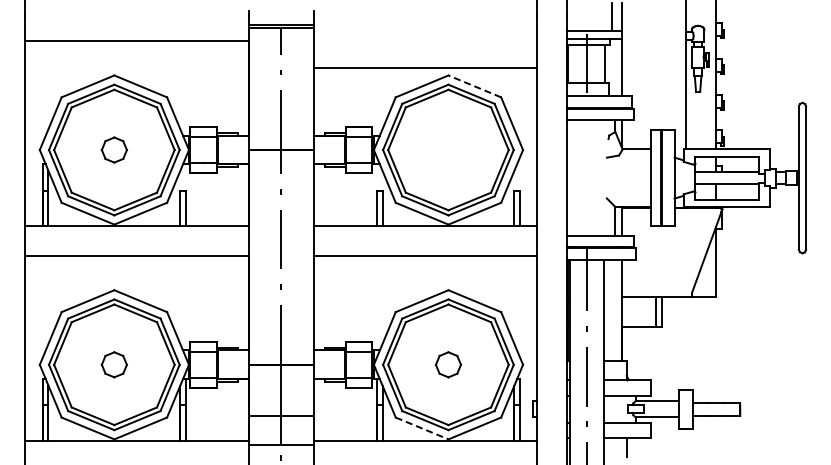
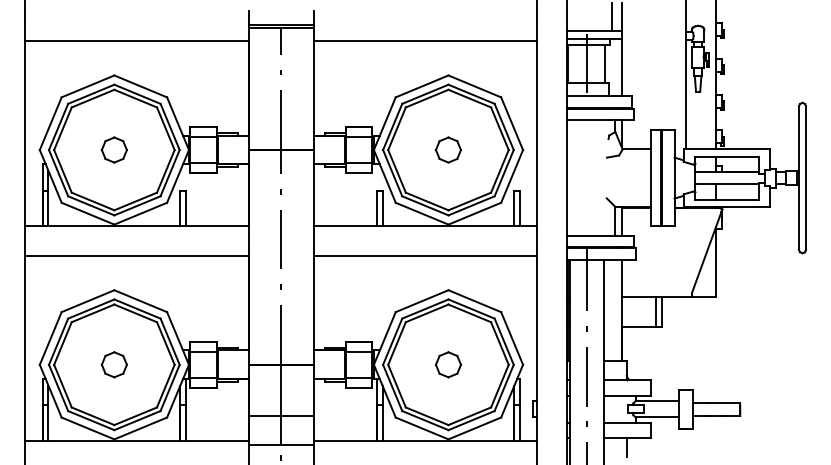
line at (425, 67) position: (425, 67) -> (425, 40)
line at (474, 86): dashed -> solid
part at (447, 149): none -> present
line at (422, 428): dashed -> solid
